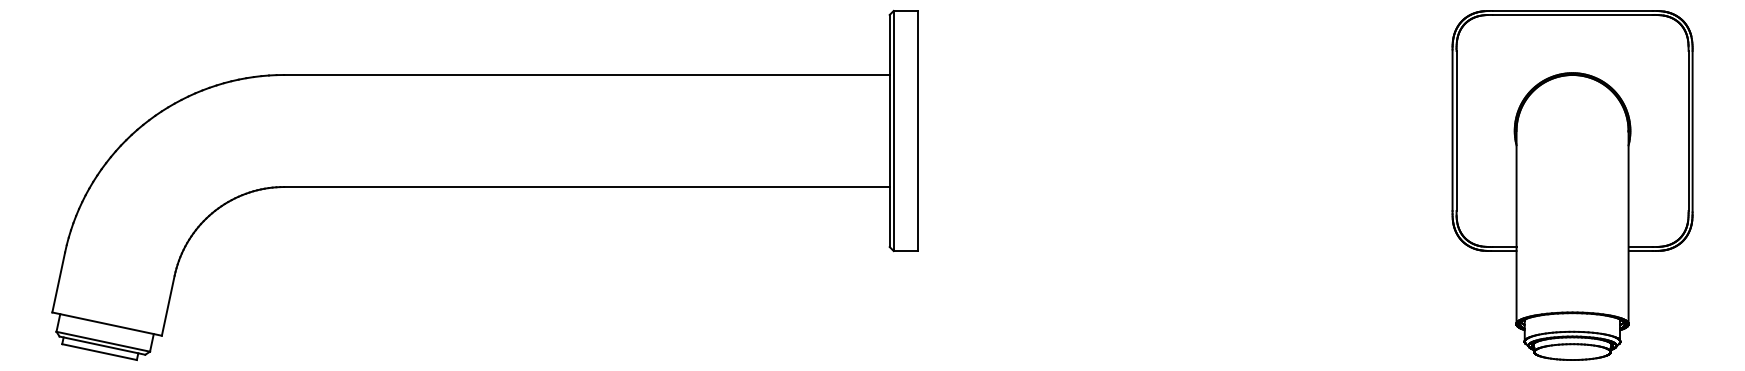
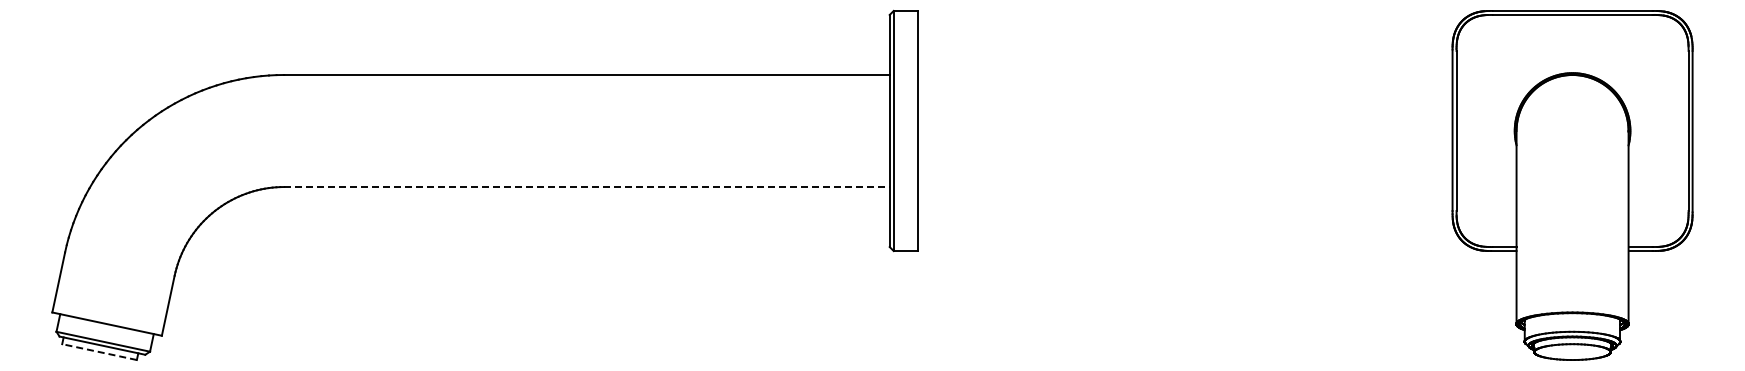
line at (586, 187): solid -> dashed
line at (99, 351): solid -> dashed
